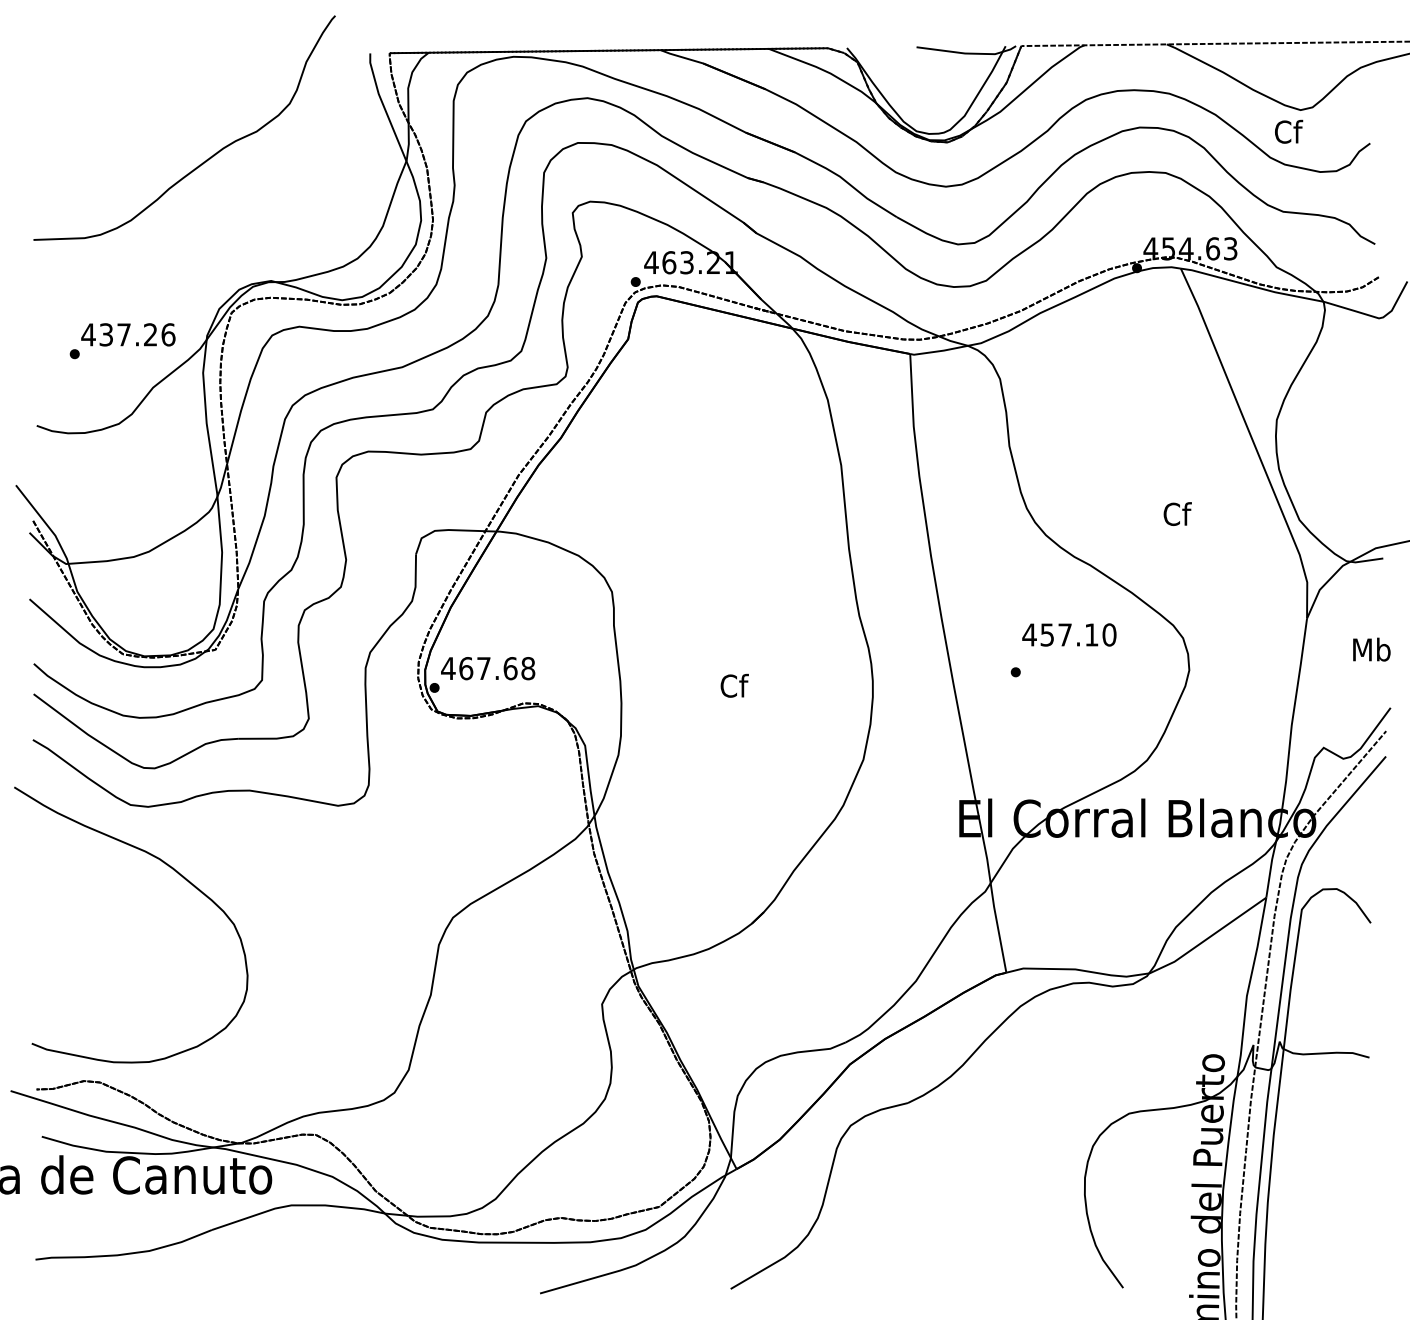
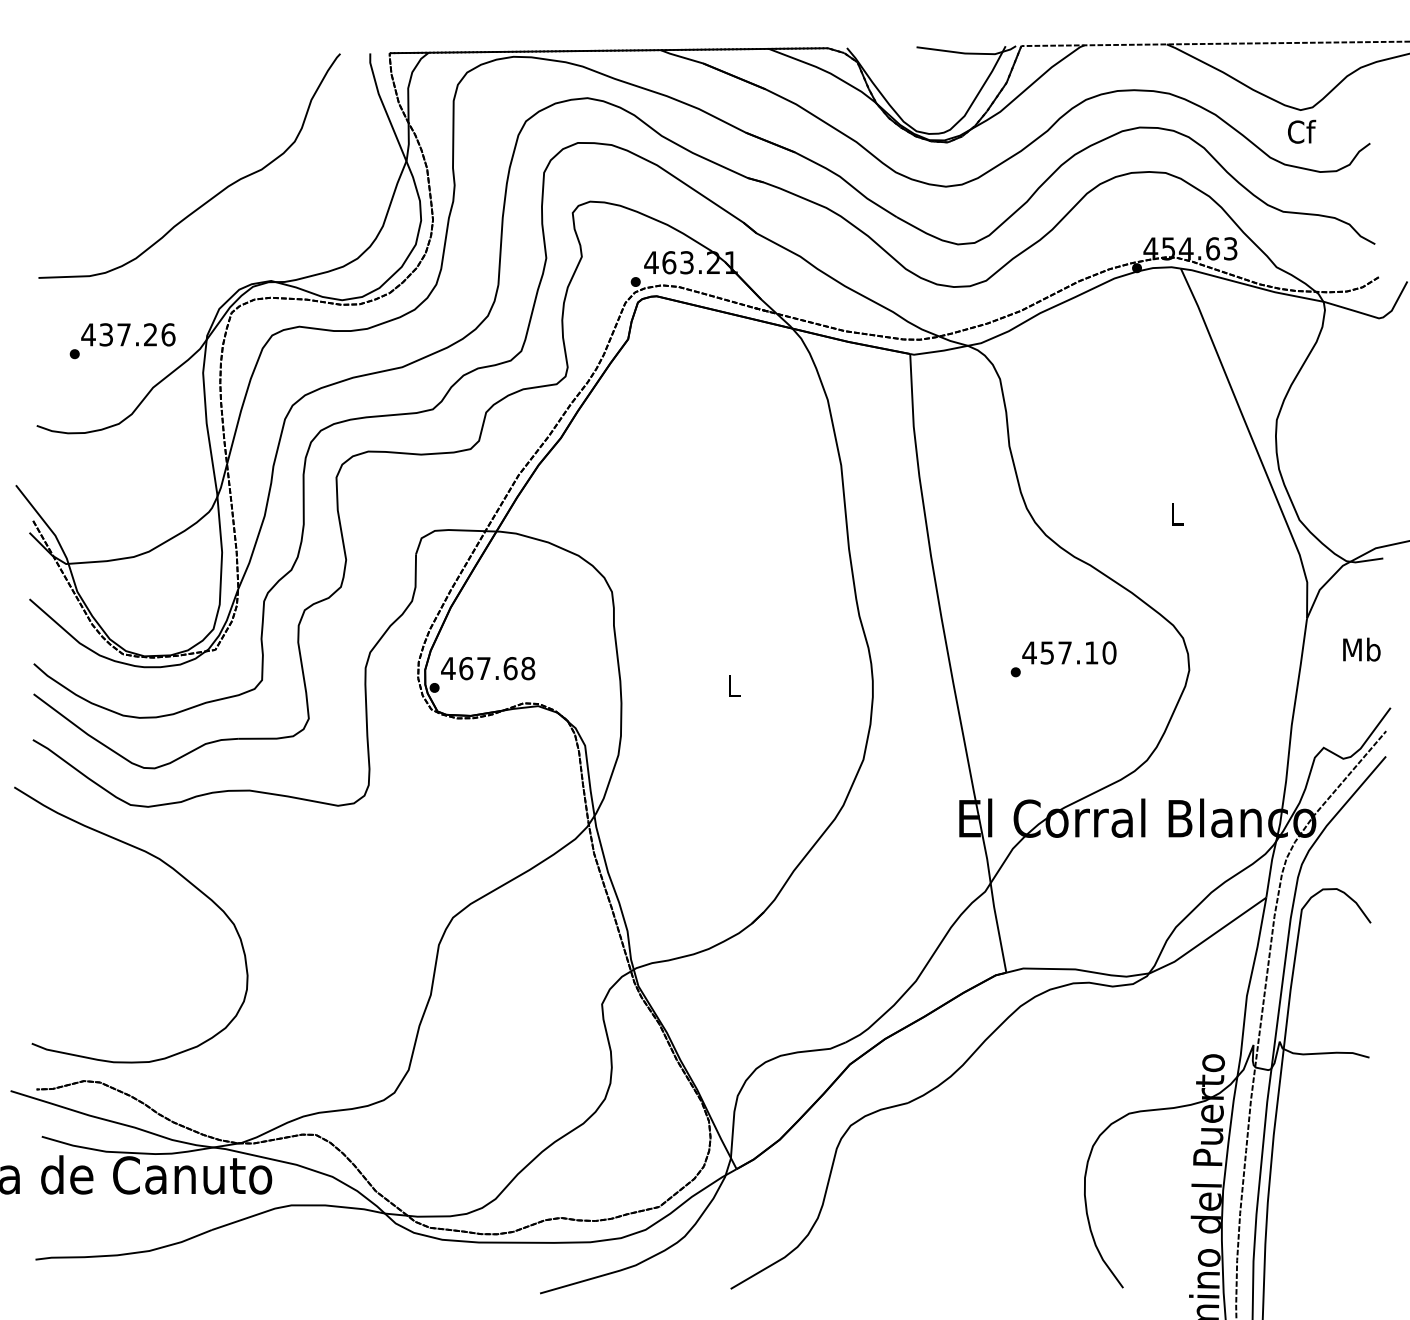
text at (1289, 131) position: (1289, 131) -> (1302, 131)
curve at (206, 159) position: (206, 159) -> (211, 197)
text at (1177, 514): Cf -> L
text at (1069, 634) position: (1069, 634) -> (1069, 652)
text at (1371, 649) position: (1371, 649) -> (1361, 649)
text at (734, 685): Cf -> L
